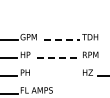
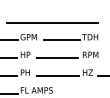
line at (52, 22): none -> present
line at (62, 40): dashed -> solid
line at (57, 58): dashed -> solid
line at (57, 75): none -> present
